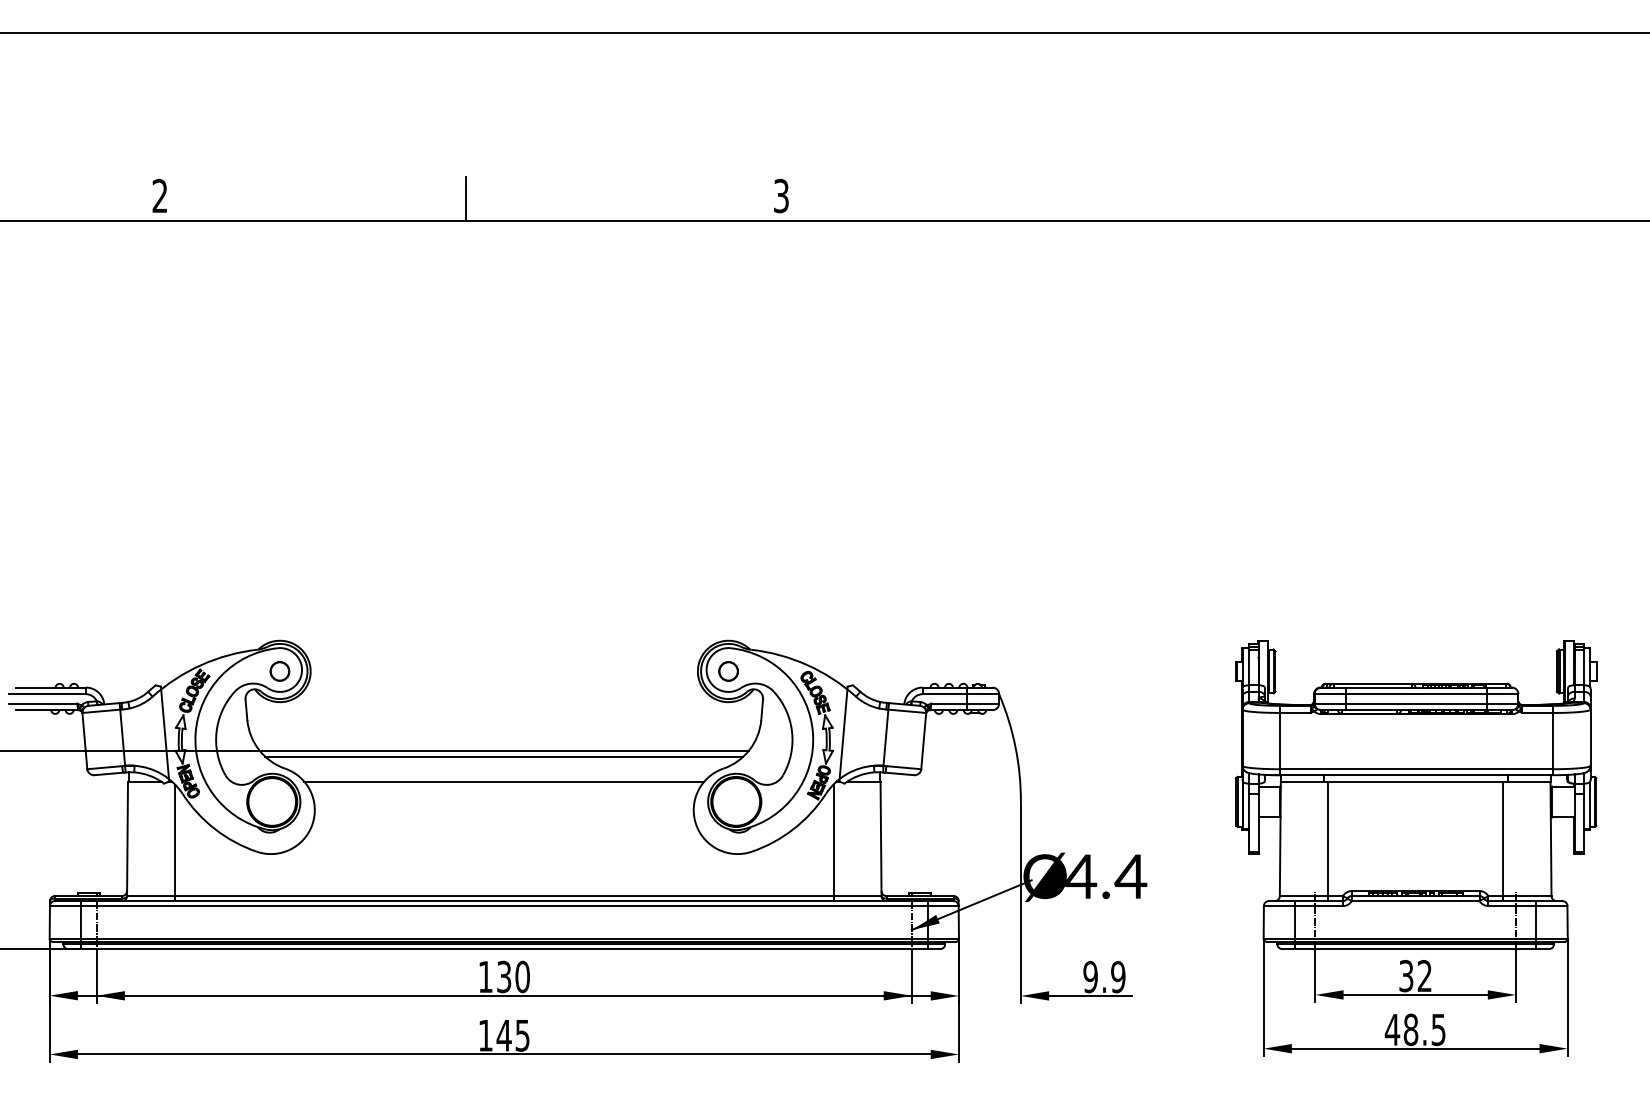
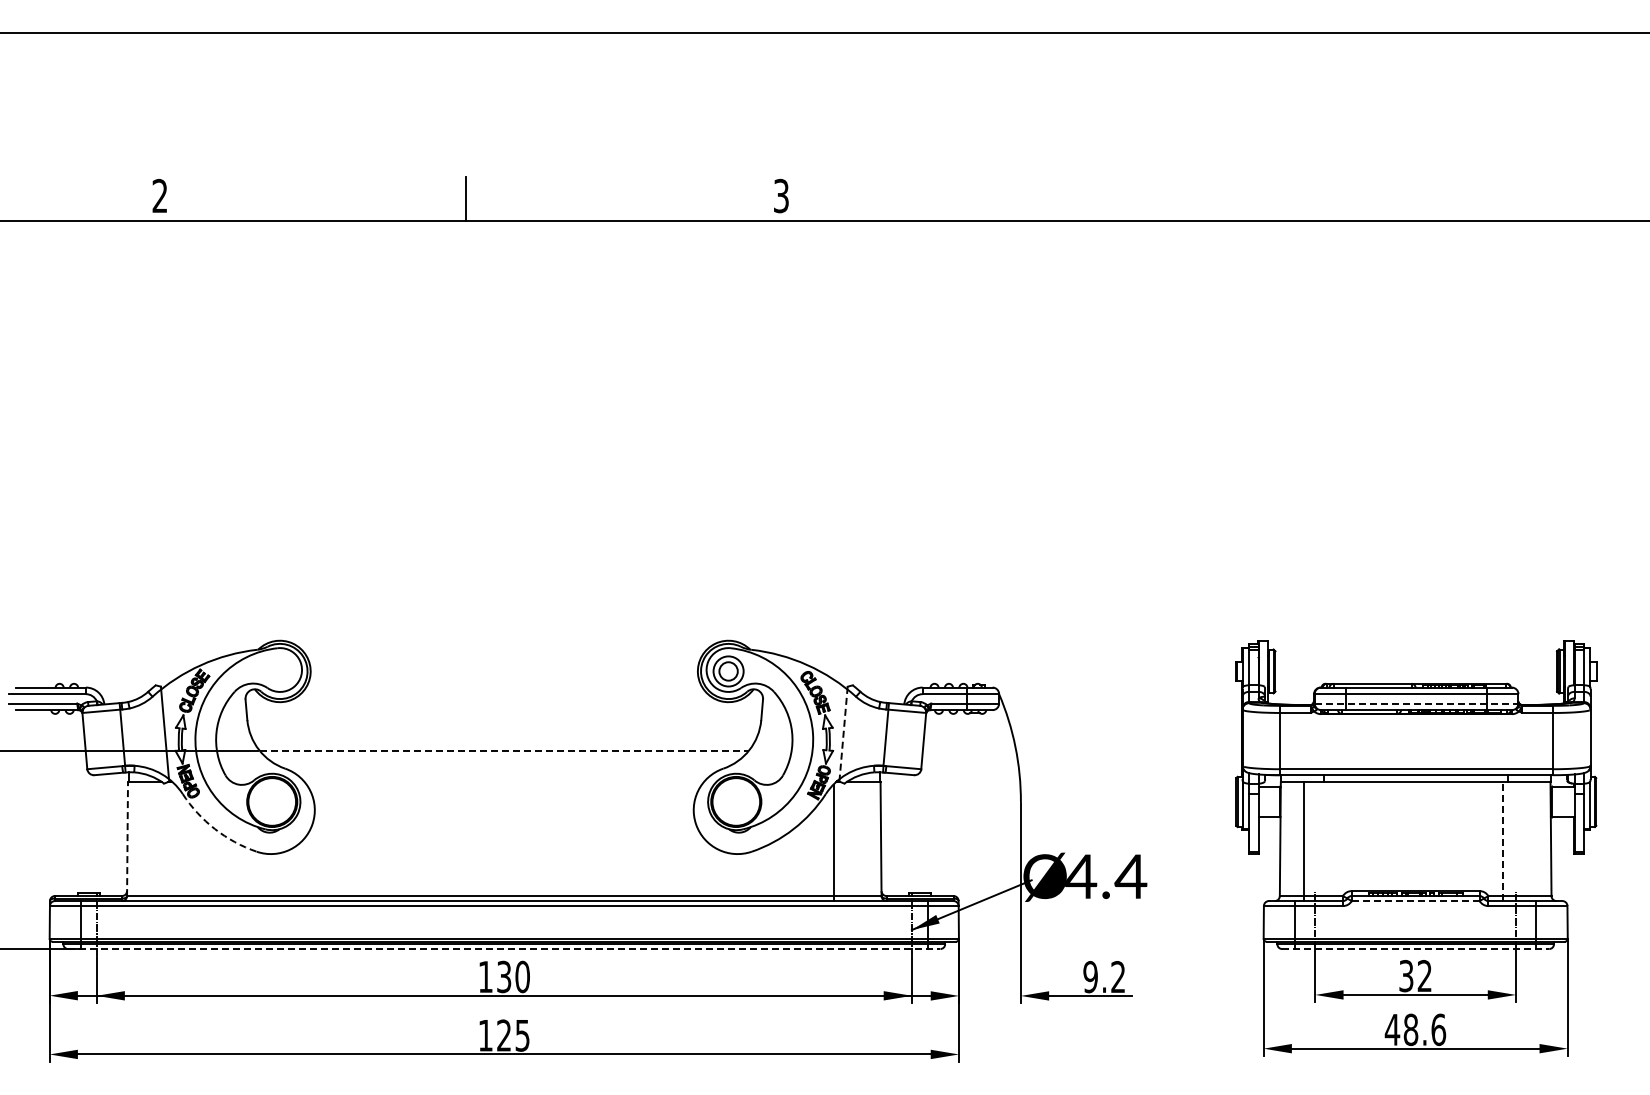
part at (279, 671): present -> none
circle at (728, 671) diameter: 19 px -> 30 px
line at (1416, 703): solid -> dashed
line at (843, 734): solid -> dashed
line at (504, 750): solid -> dashed
line at (504, 756): present -> none
line at (504, 781): present -> none
arc at (214, 829): solid -> dashed
line at (127, 838): solid -> dashed
line at (1327, 841) position: (1327, 841) -> (1303, 841)
line at (1503, 841): solid -> dashed
line at (175, 842): present -> none
line at (1415, 901): solid -> dashed
line at (504, 949): solid -> dashed
line at (1415, 949): solid -> dashed
text at (1118, 977): 9.9 -> 9.2
text at (1438, 1029): 48.5 -> 48.6
text at (503, 1035): 145 -> 125
